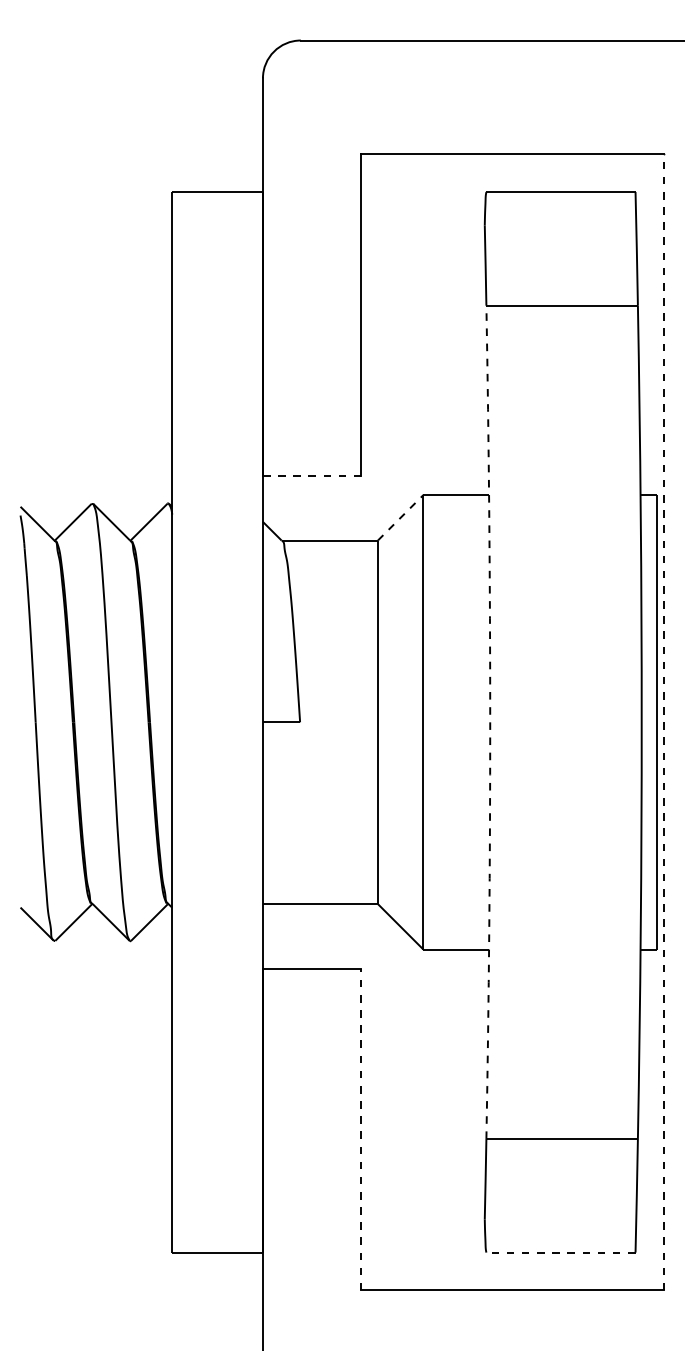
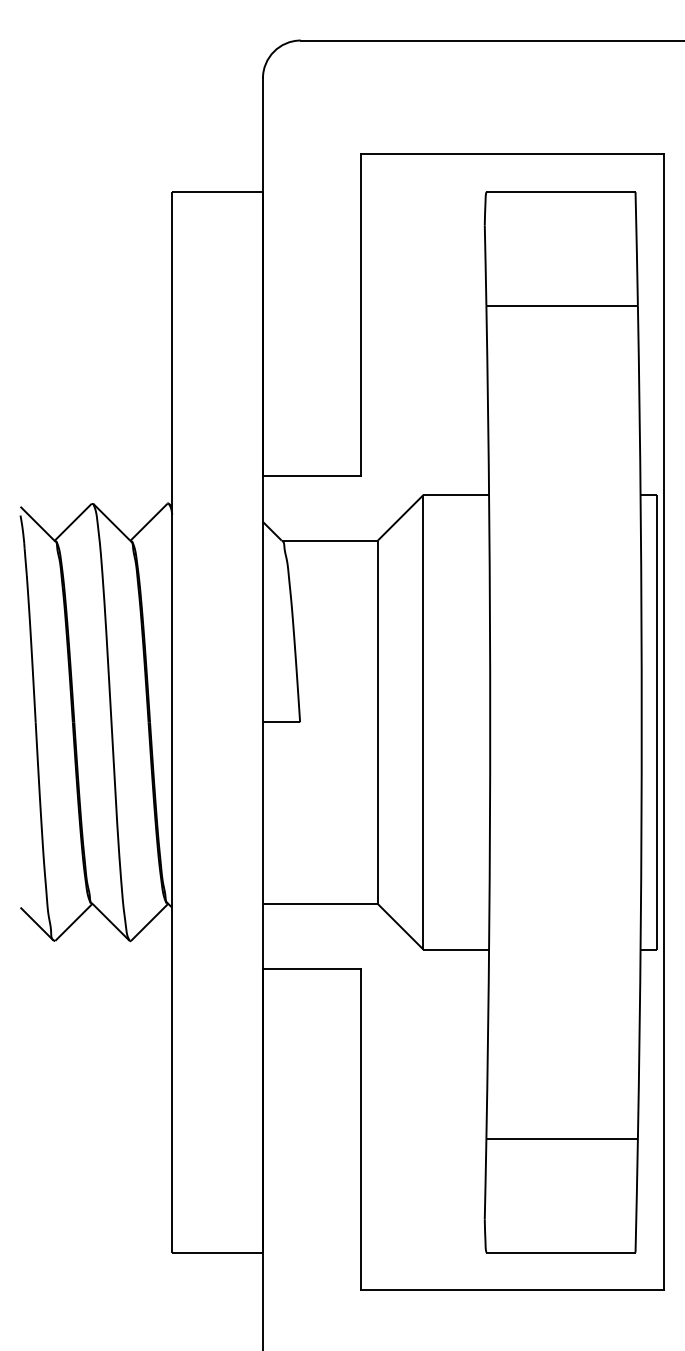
line at (311, 476): dashed -> solid
line at (401, 517): dashed -> solid
line at (664, 721): dashed -> solid
arc at (490, 722): dashed -> solid
line at (361, 1129): dashed -> solid
line at (560, 1252): dashed -> solid
